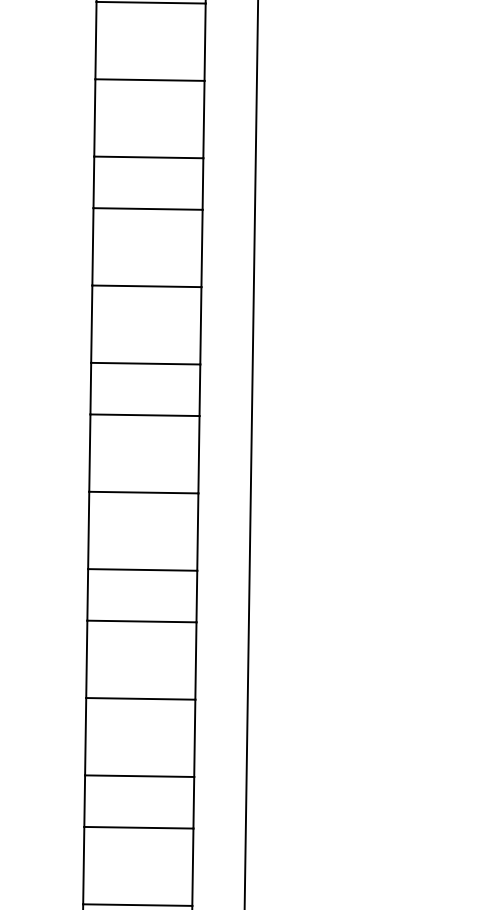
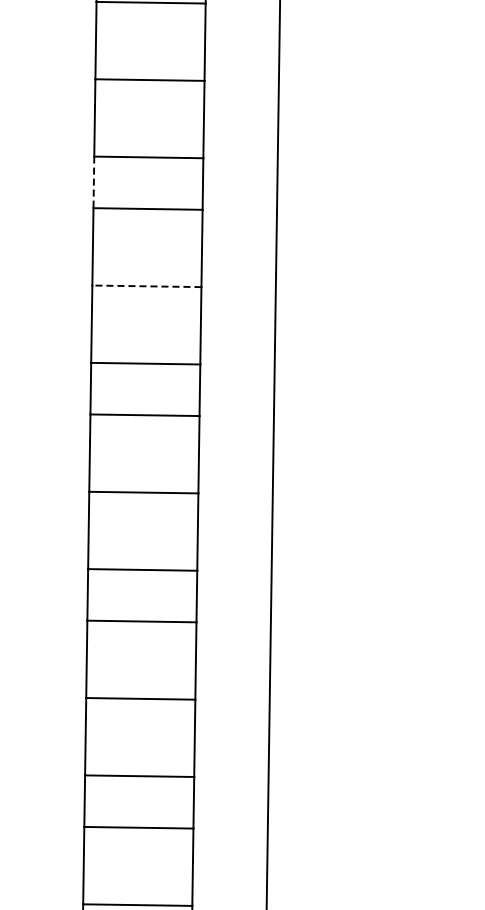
line at (93, 182): solid -> dashed
line at (146, 286): solid -> dashed
line at (251, 454) position: (251, 454) -> (273, 454)
